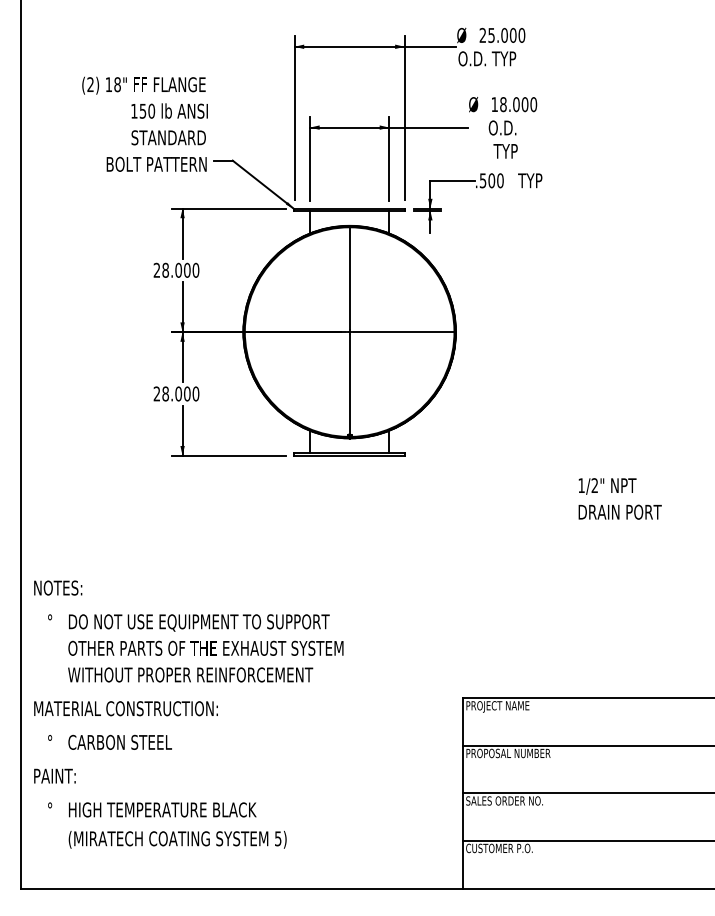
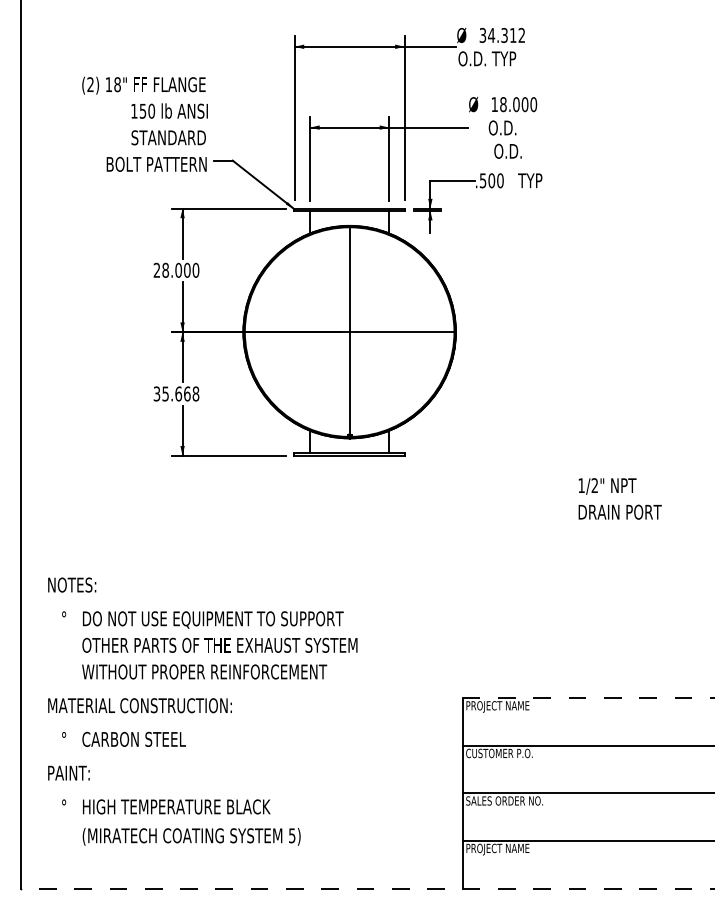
text at (502, 34): 25.000 -> 34.312
text at (507, 150): TYP -> O.D.
text at (176, 393): 28.000 -> 35.668
line at (588, 697): solid -> dashed
text at (188, 714) position: (188, 714) -> (202, 711)
text at (508, 753): PROPOSAL NUMBER -> CUSTOMER P.O.
text at (499, 849): CUSTOMER P.O. -> PROJECT NAME
line at (367, 888): solid -> dashed
